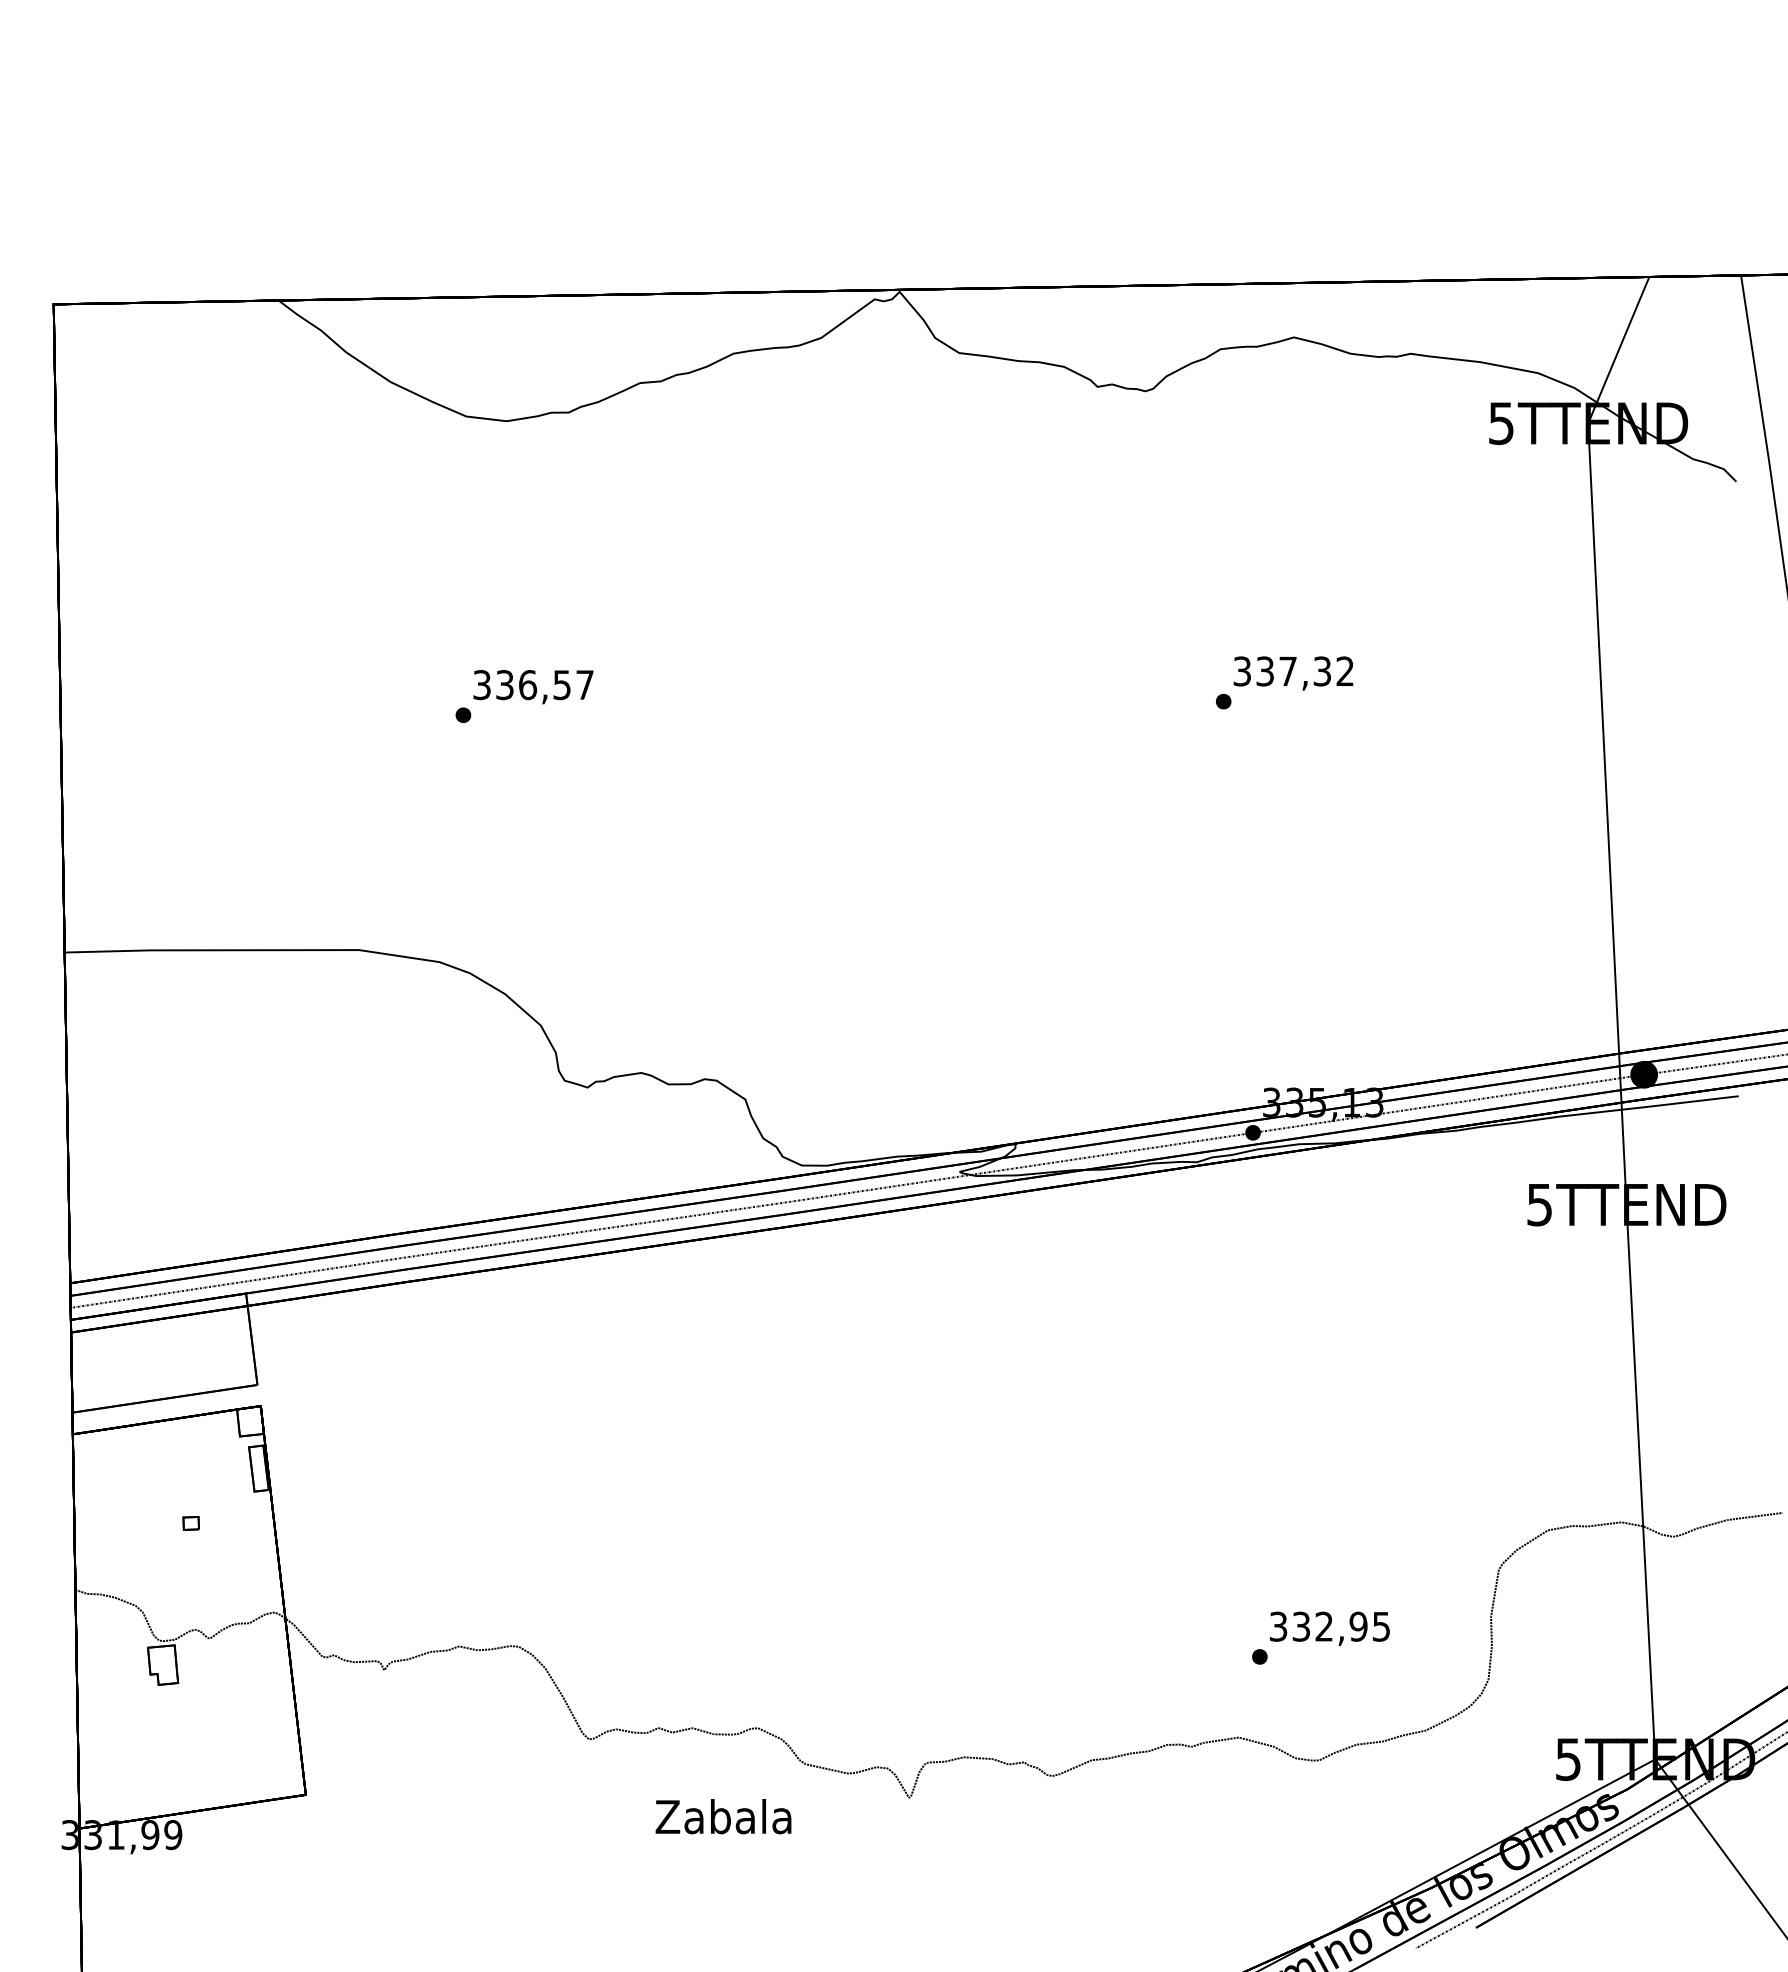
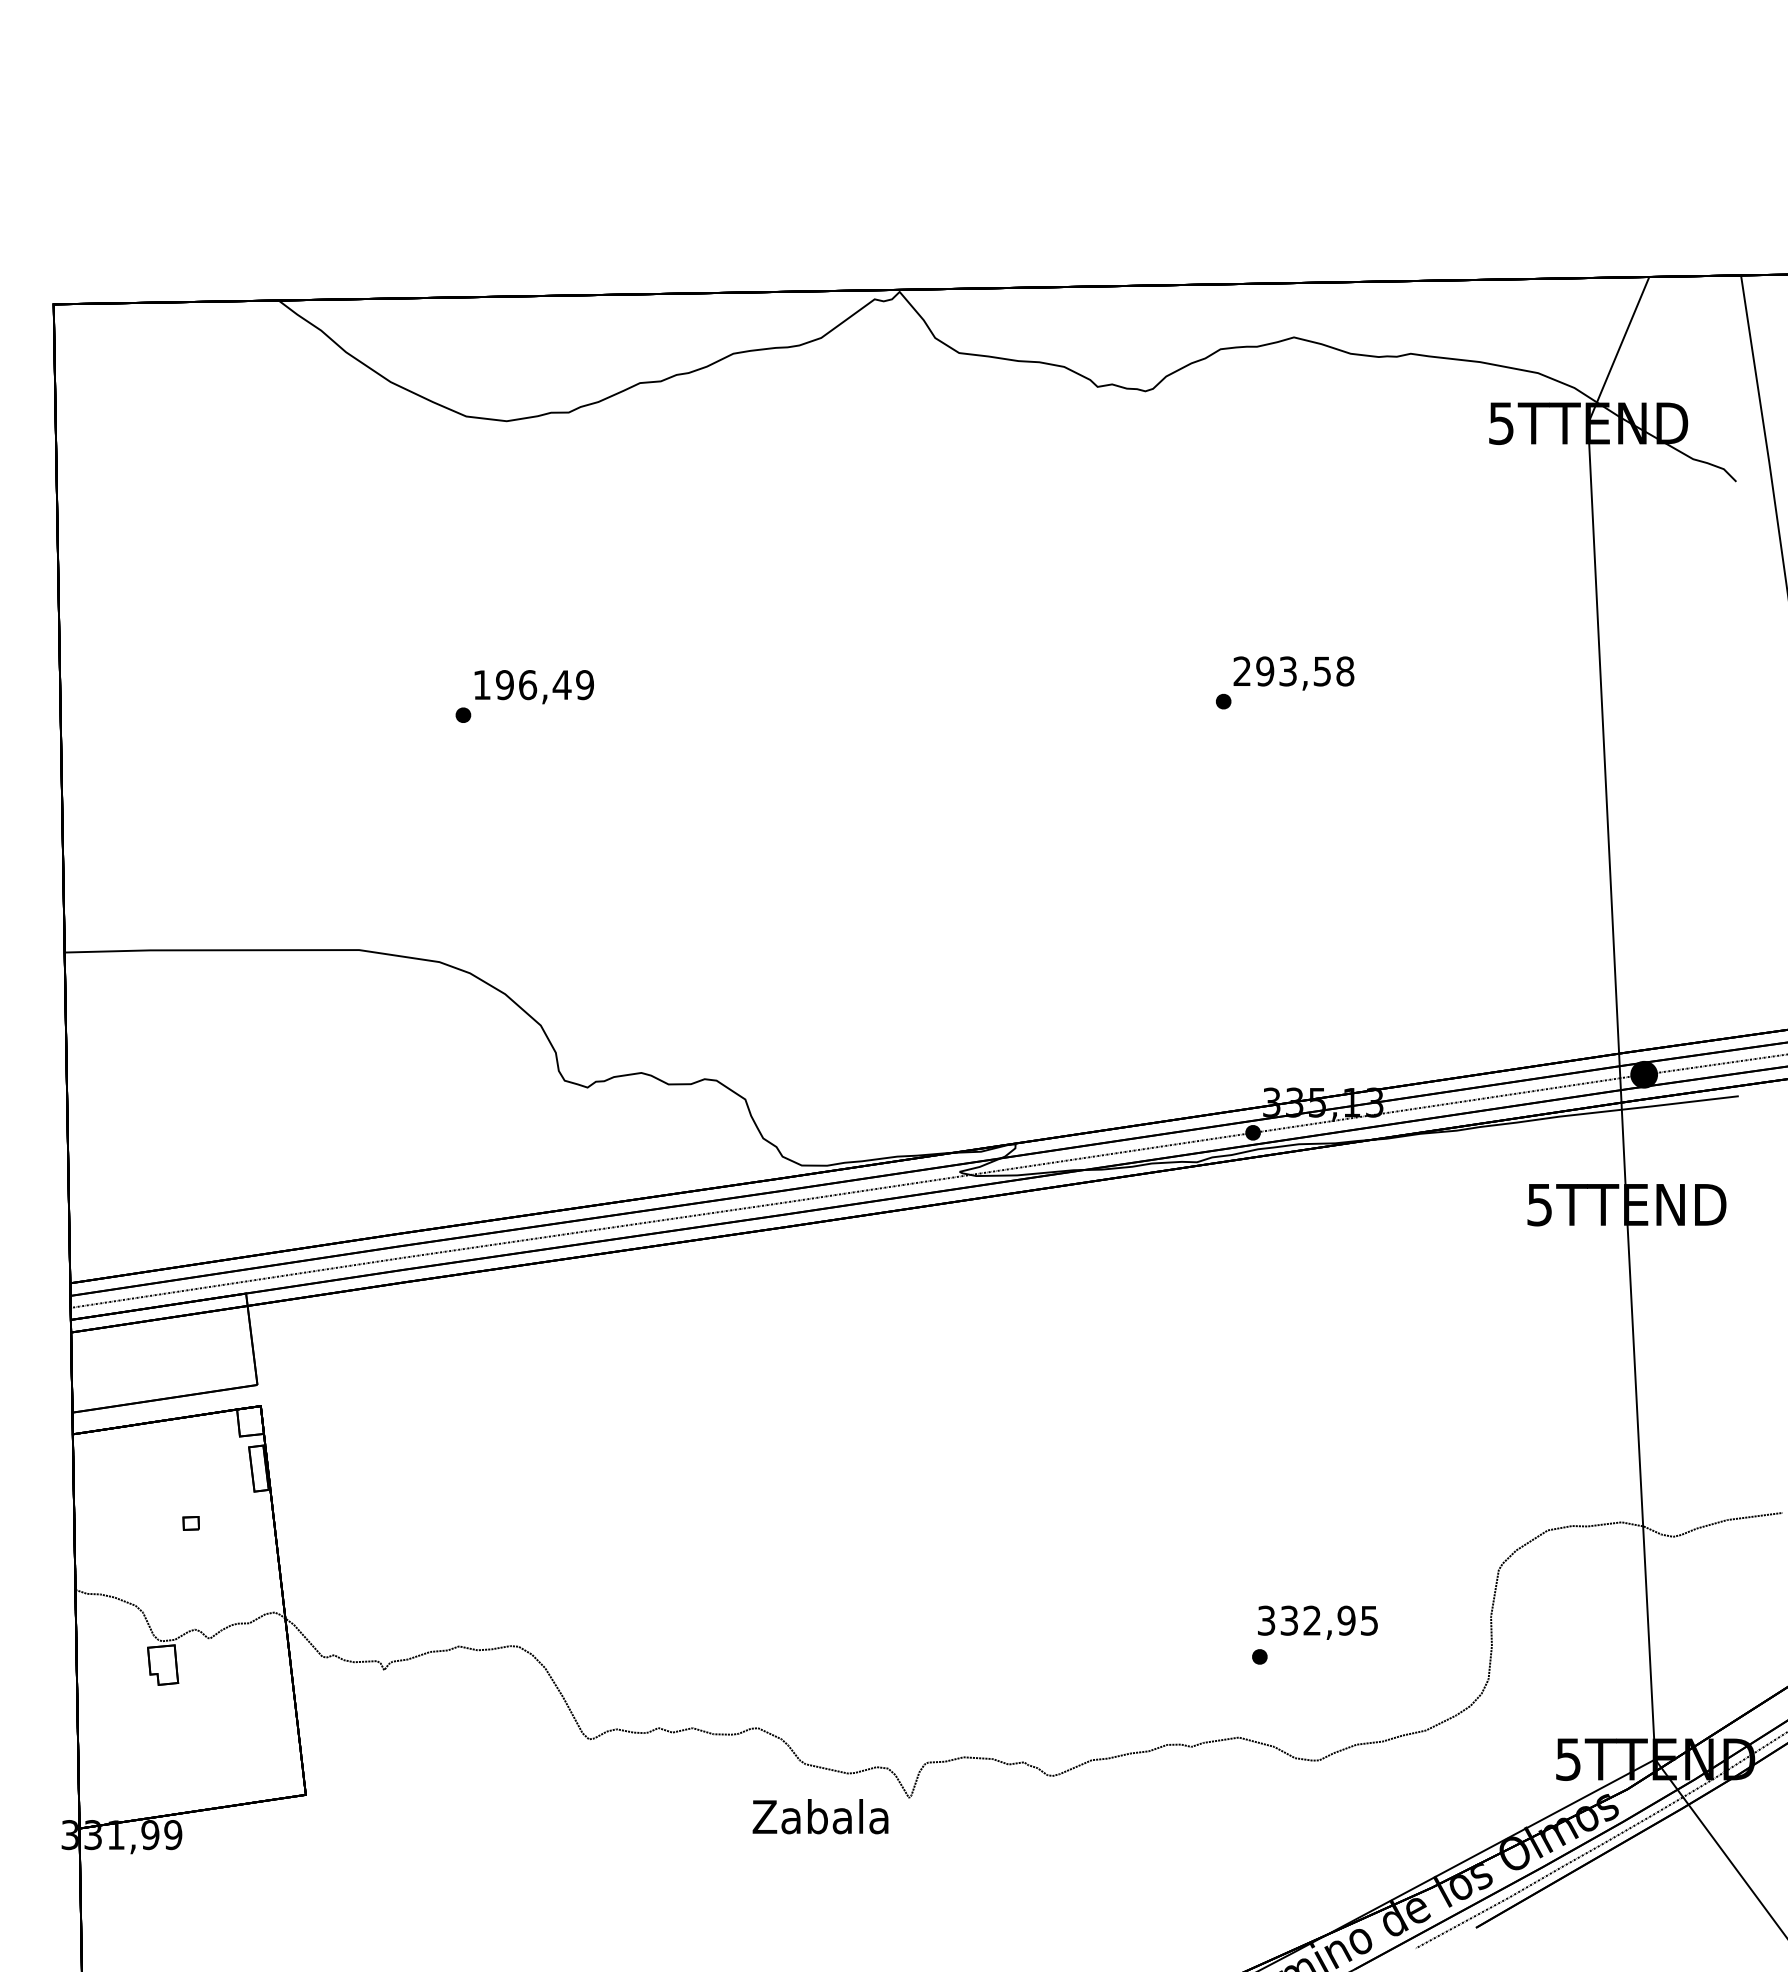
text at (1293, 671): 337,32 -> 293,58
text at (533, 685): 336,57 -> 196,49
text at (1329, 1628) position: (1329, 1628) -> (1317, 1622)
text at (723, 1816) position: (723, 1816) -> (820, 1816)
